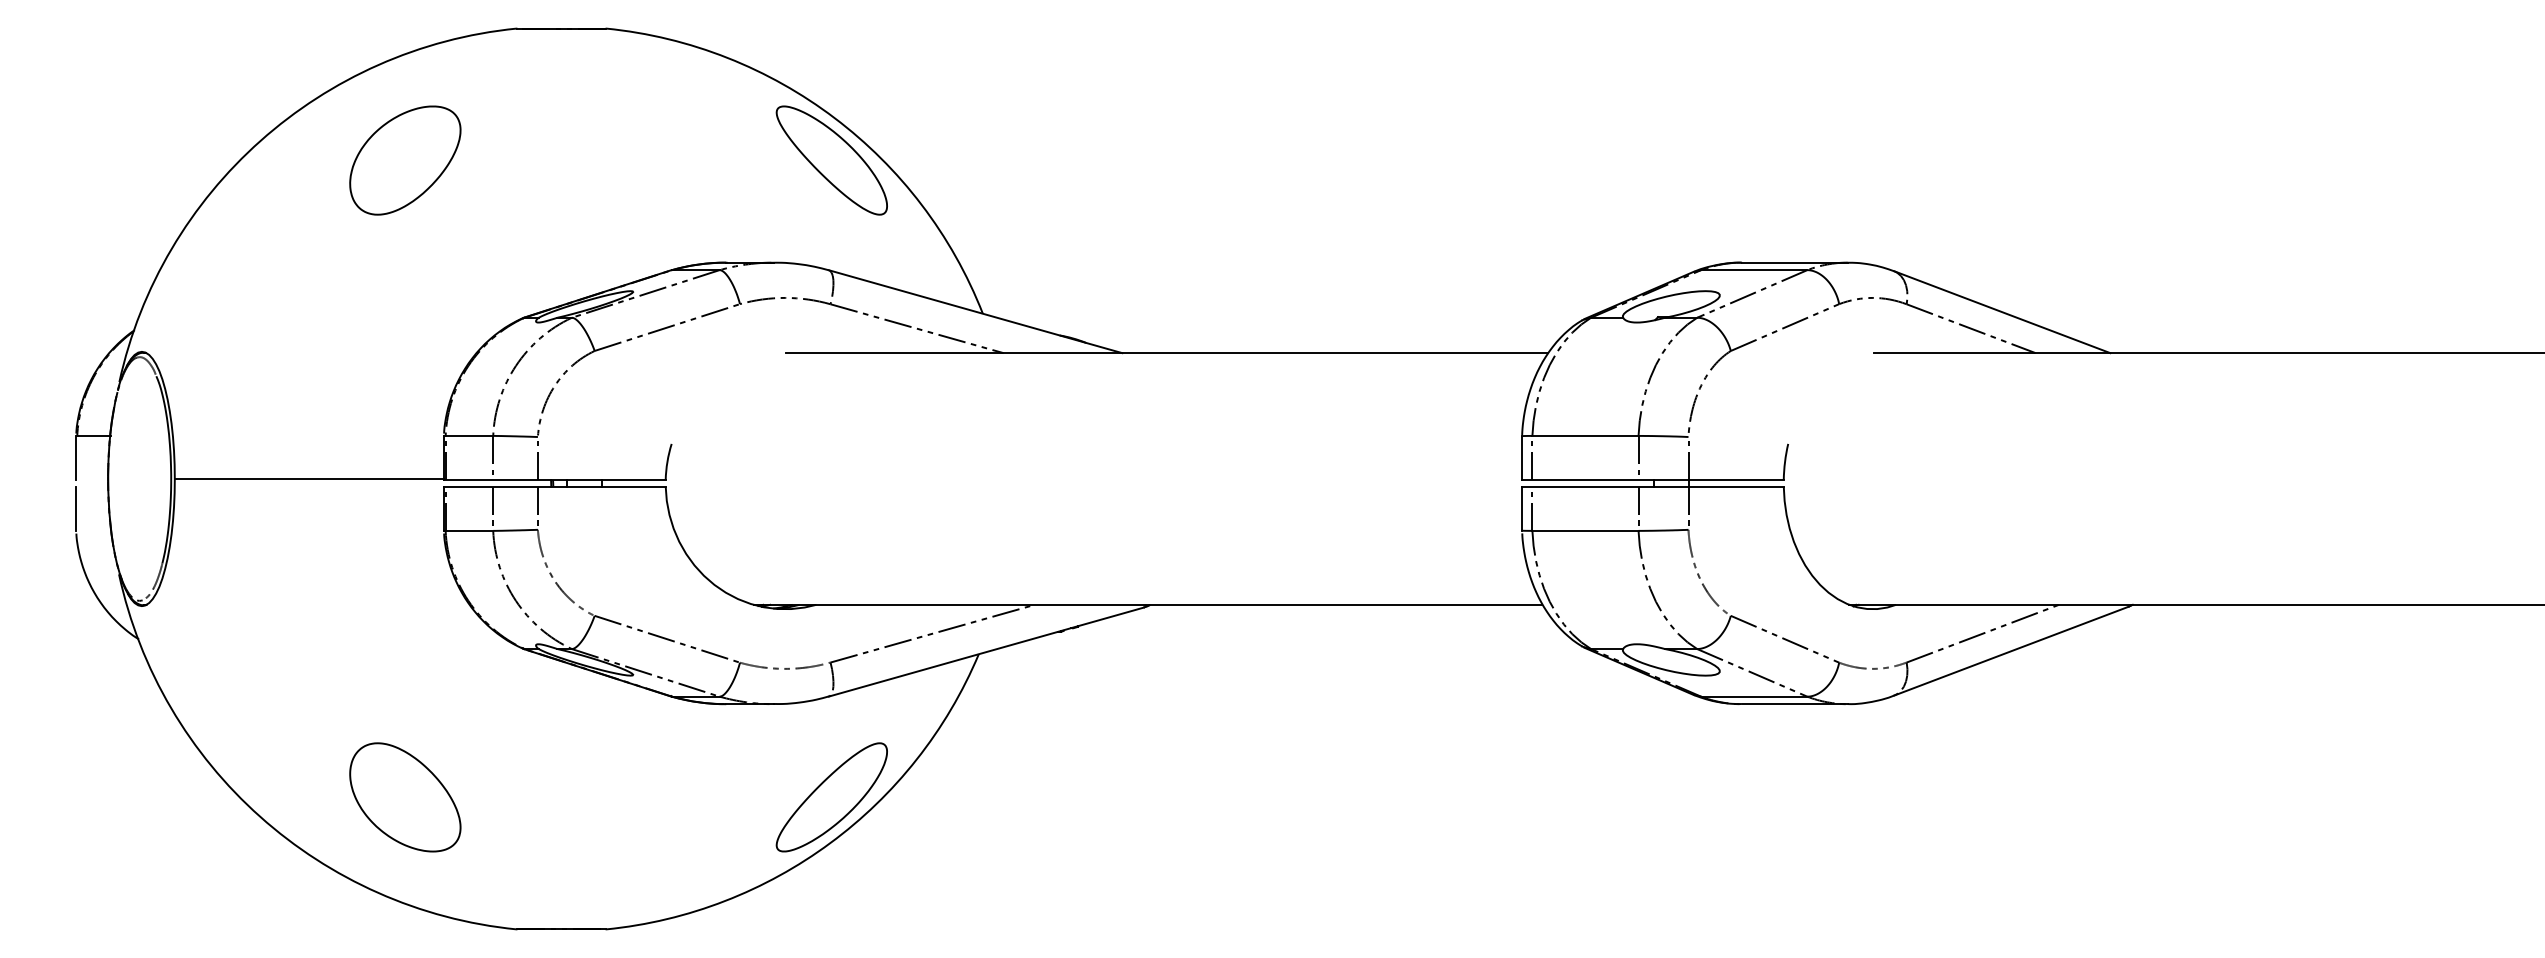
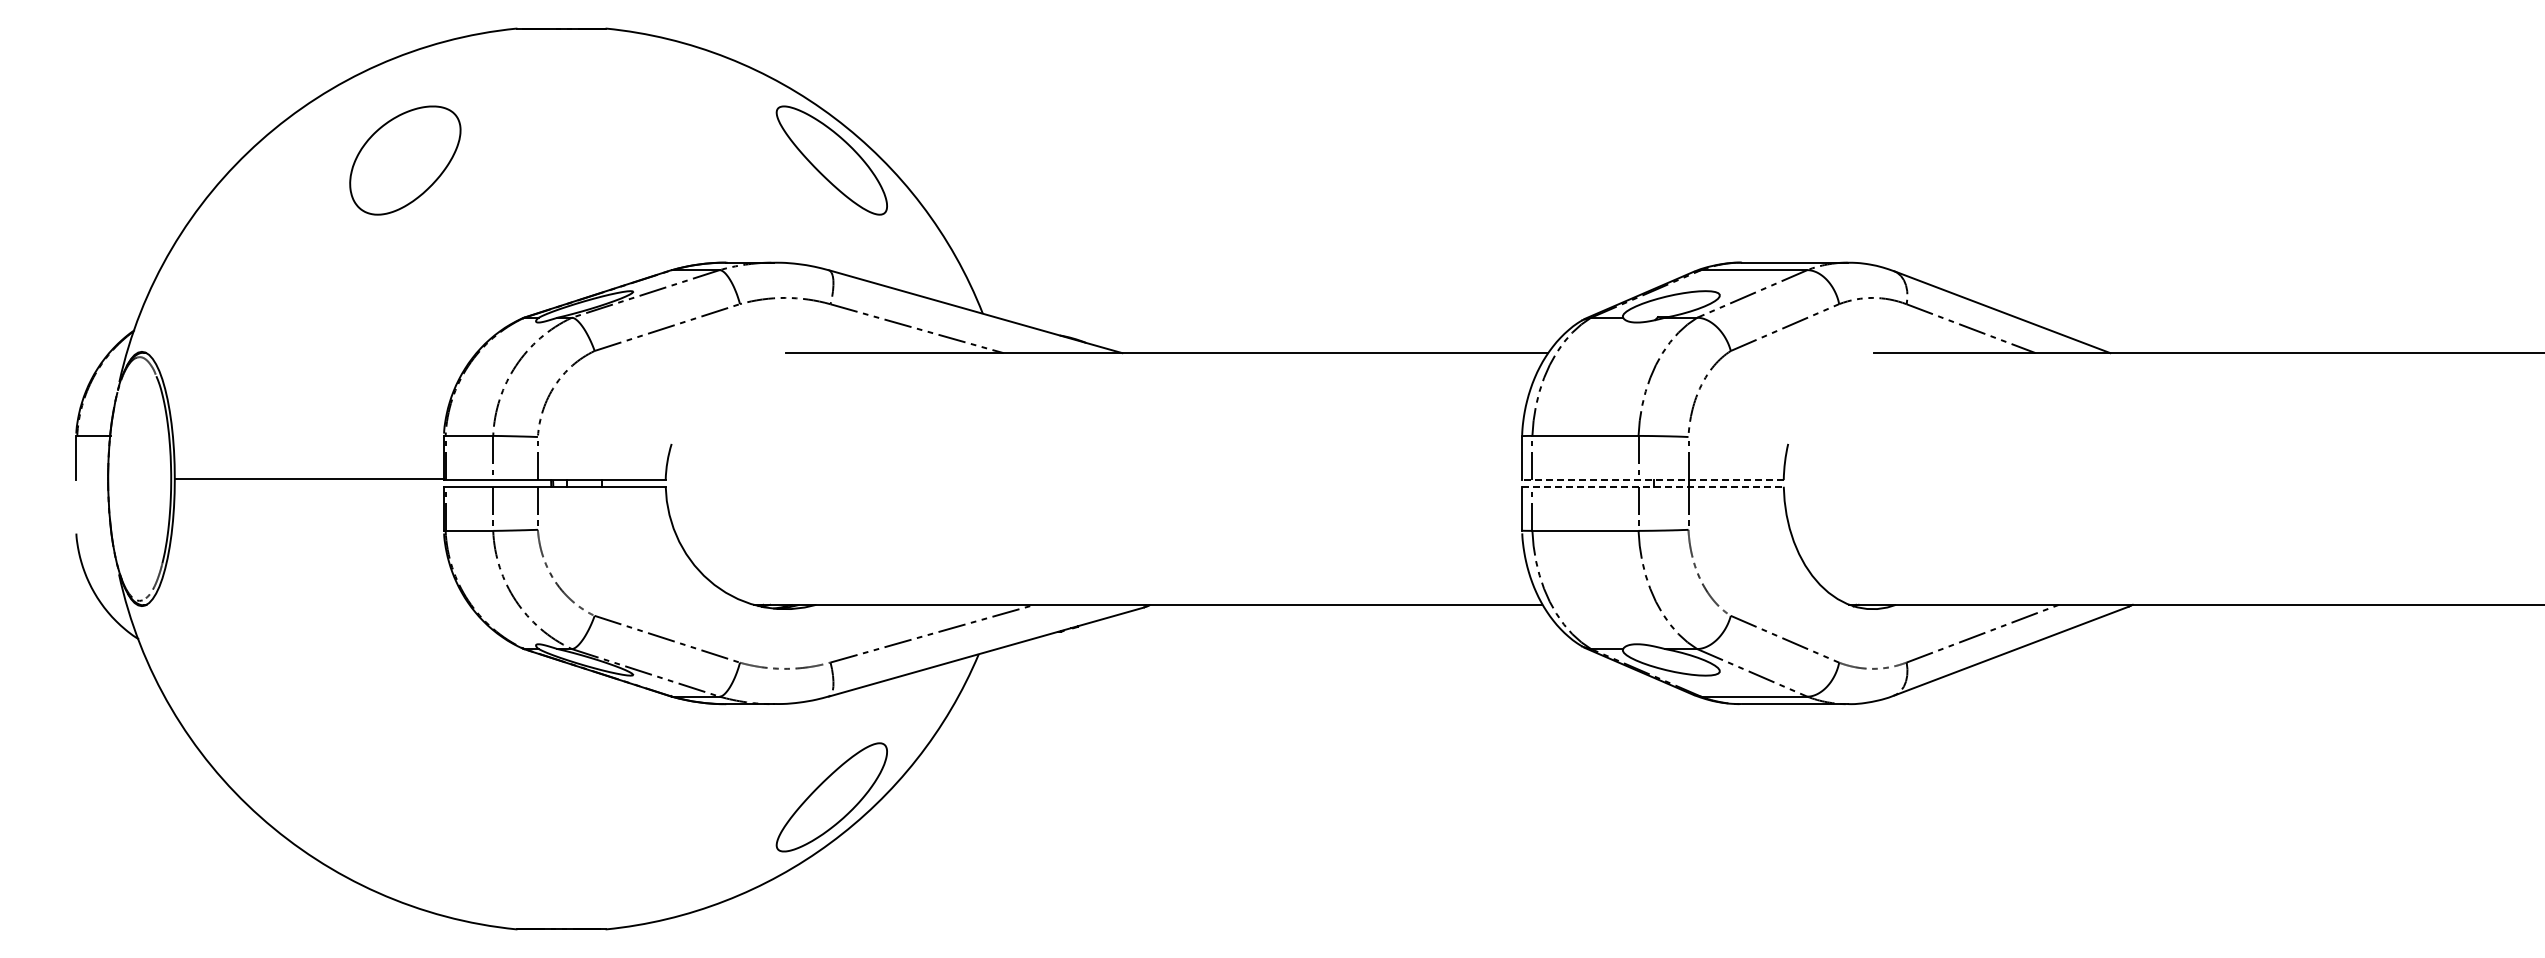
line at (1652, 480): solid -> dashed
line at (1652, 486): solid -> dashed
line at (76, 508): present -> none
part at (405, 797): present -> none
